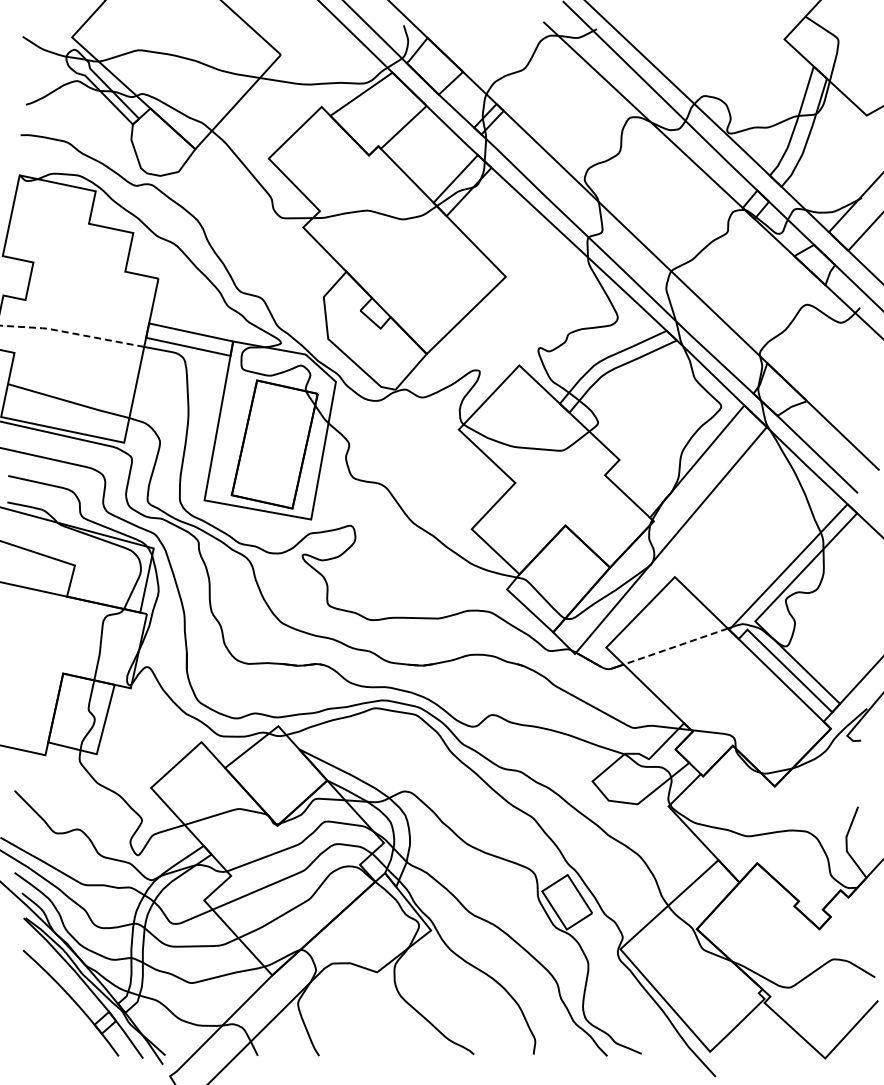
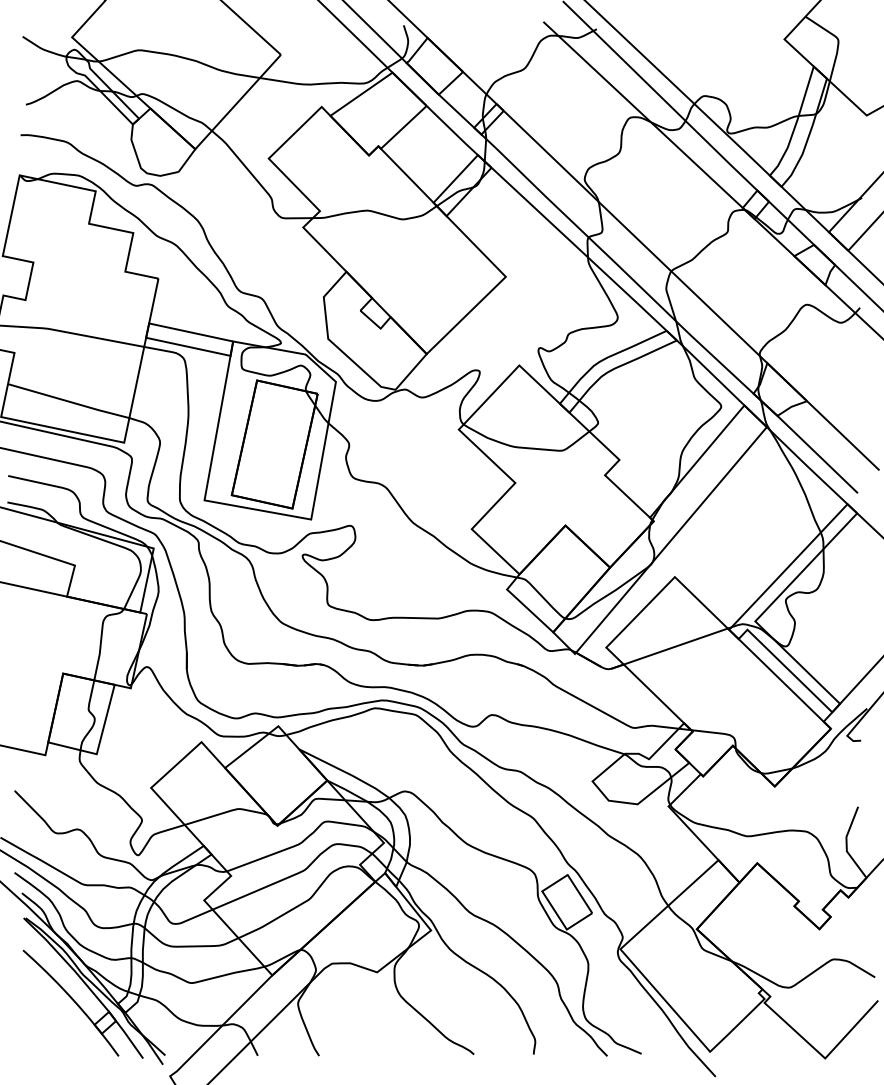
line at (70, 333): dashed -> solid
line at (675, 646): dashed -> solid
